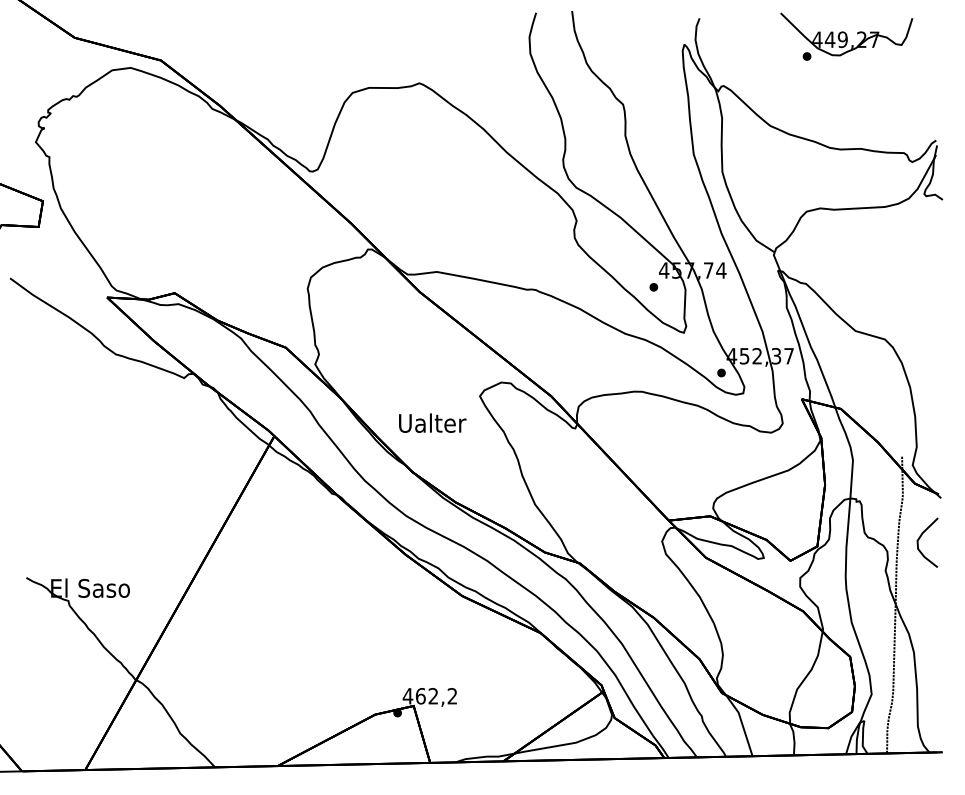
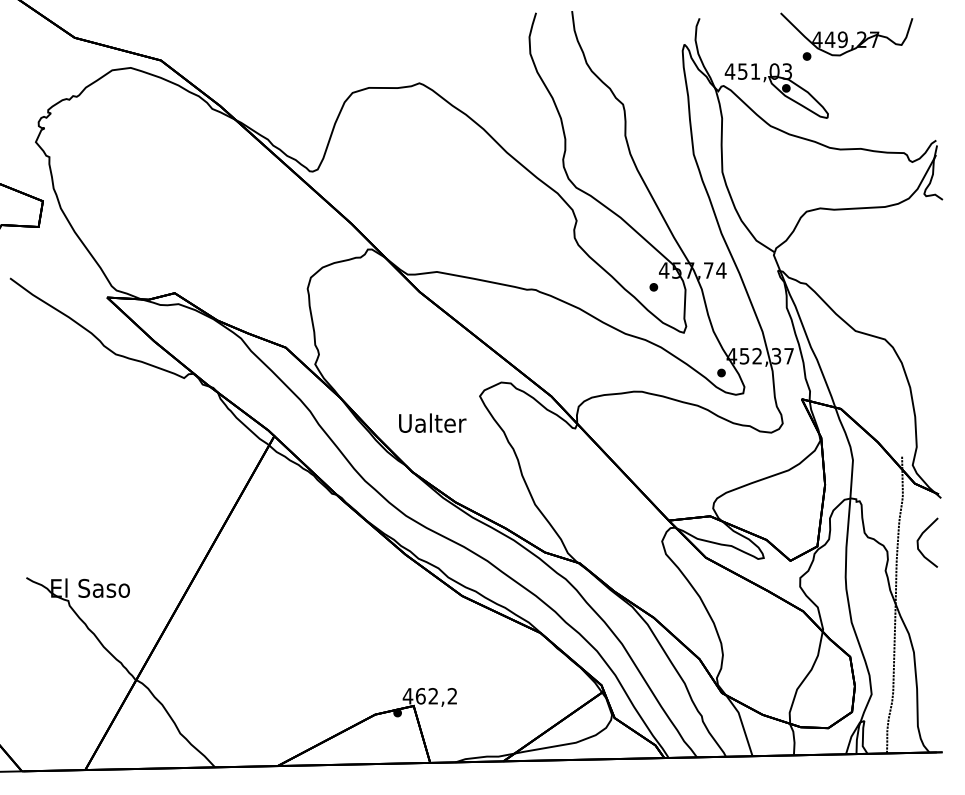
part at (776, 90): none -> present
